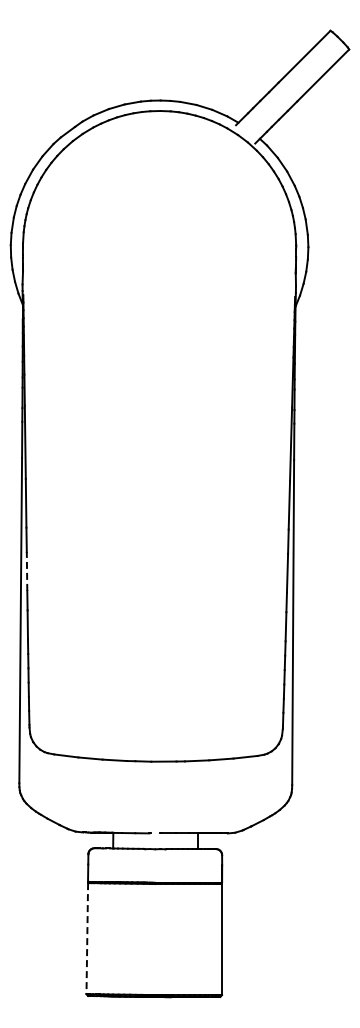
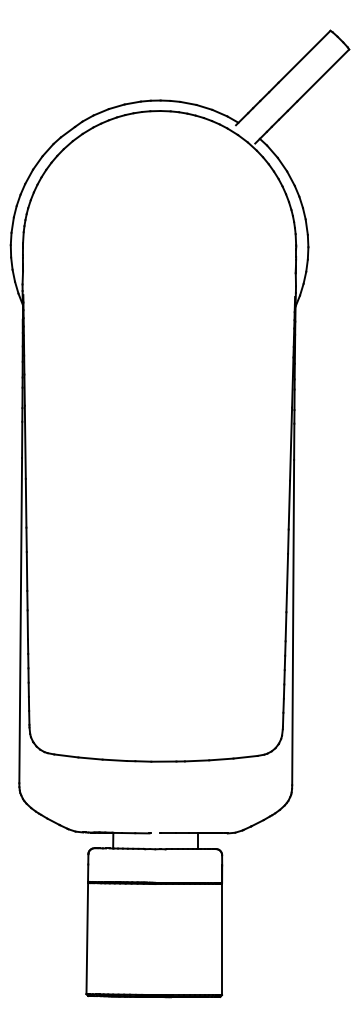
line at (27, 571): dashed -> solid
line at (87, 939): dashed -> solid
